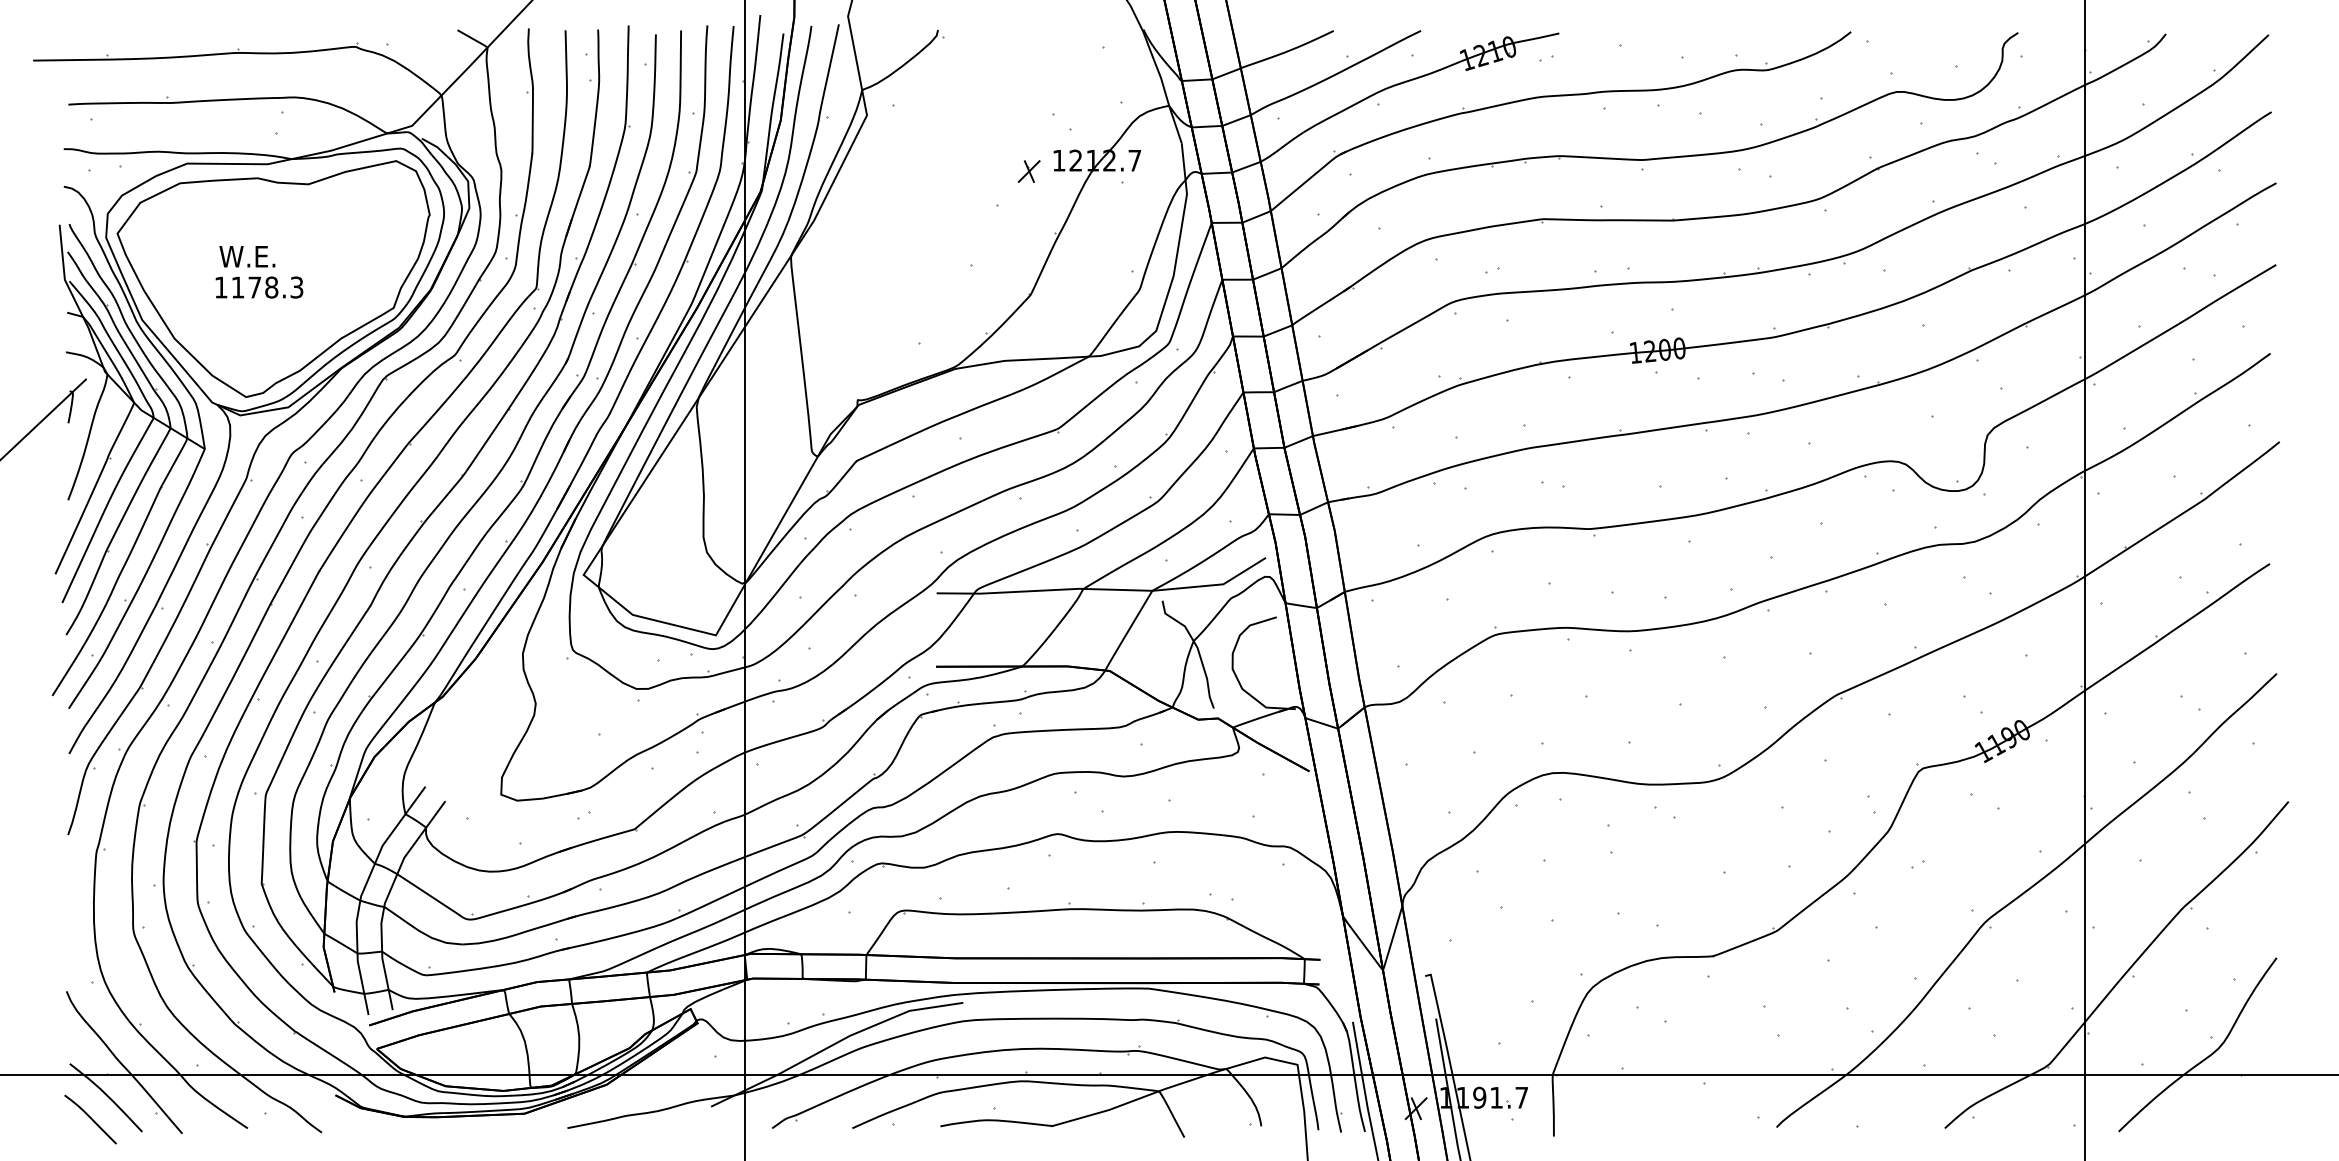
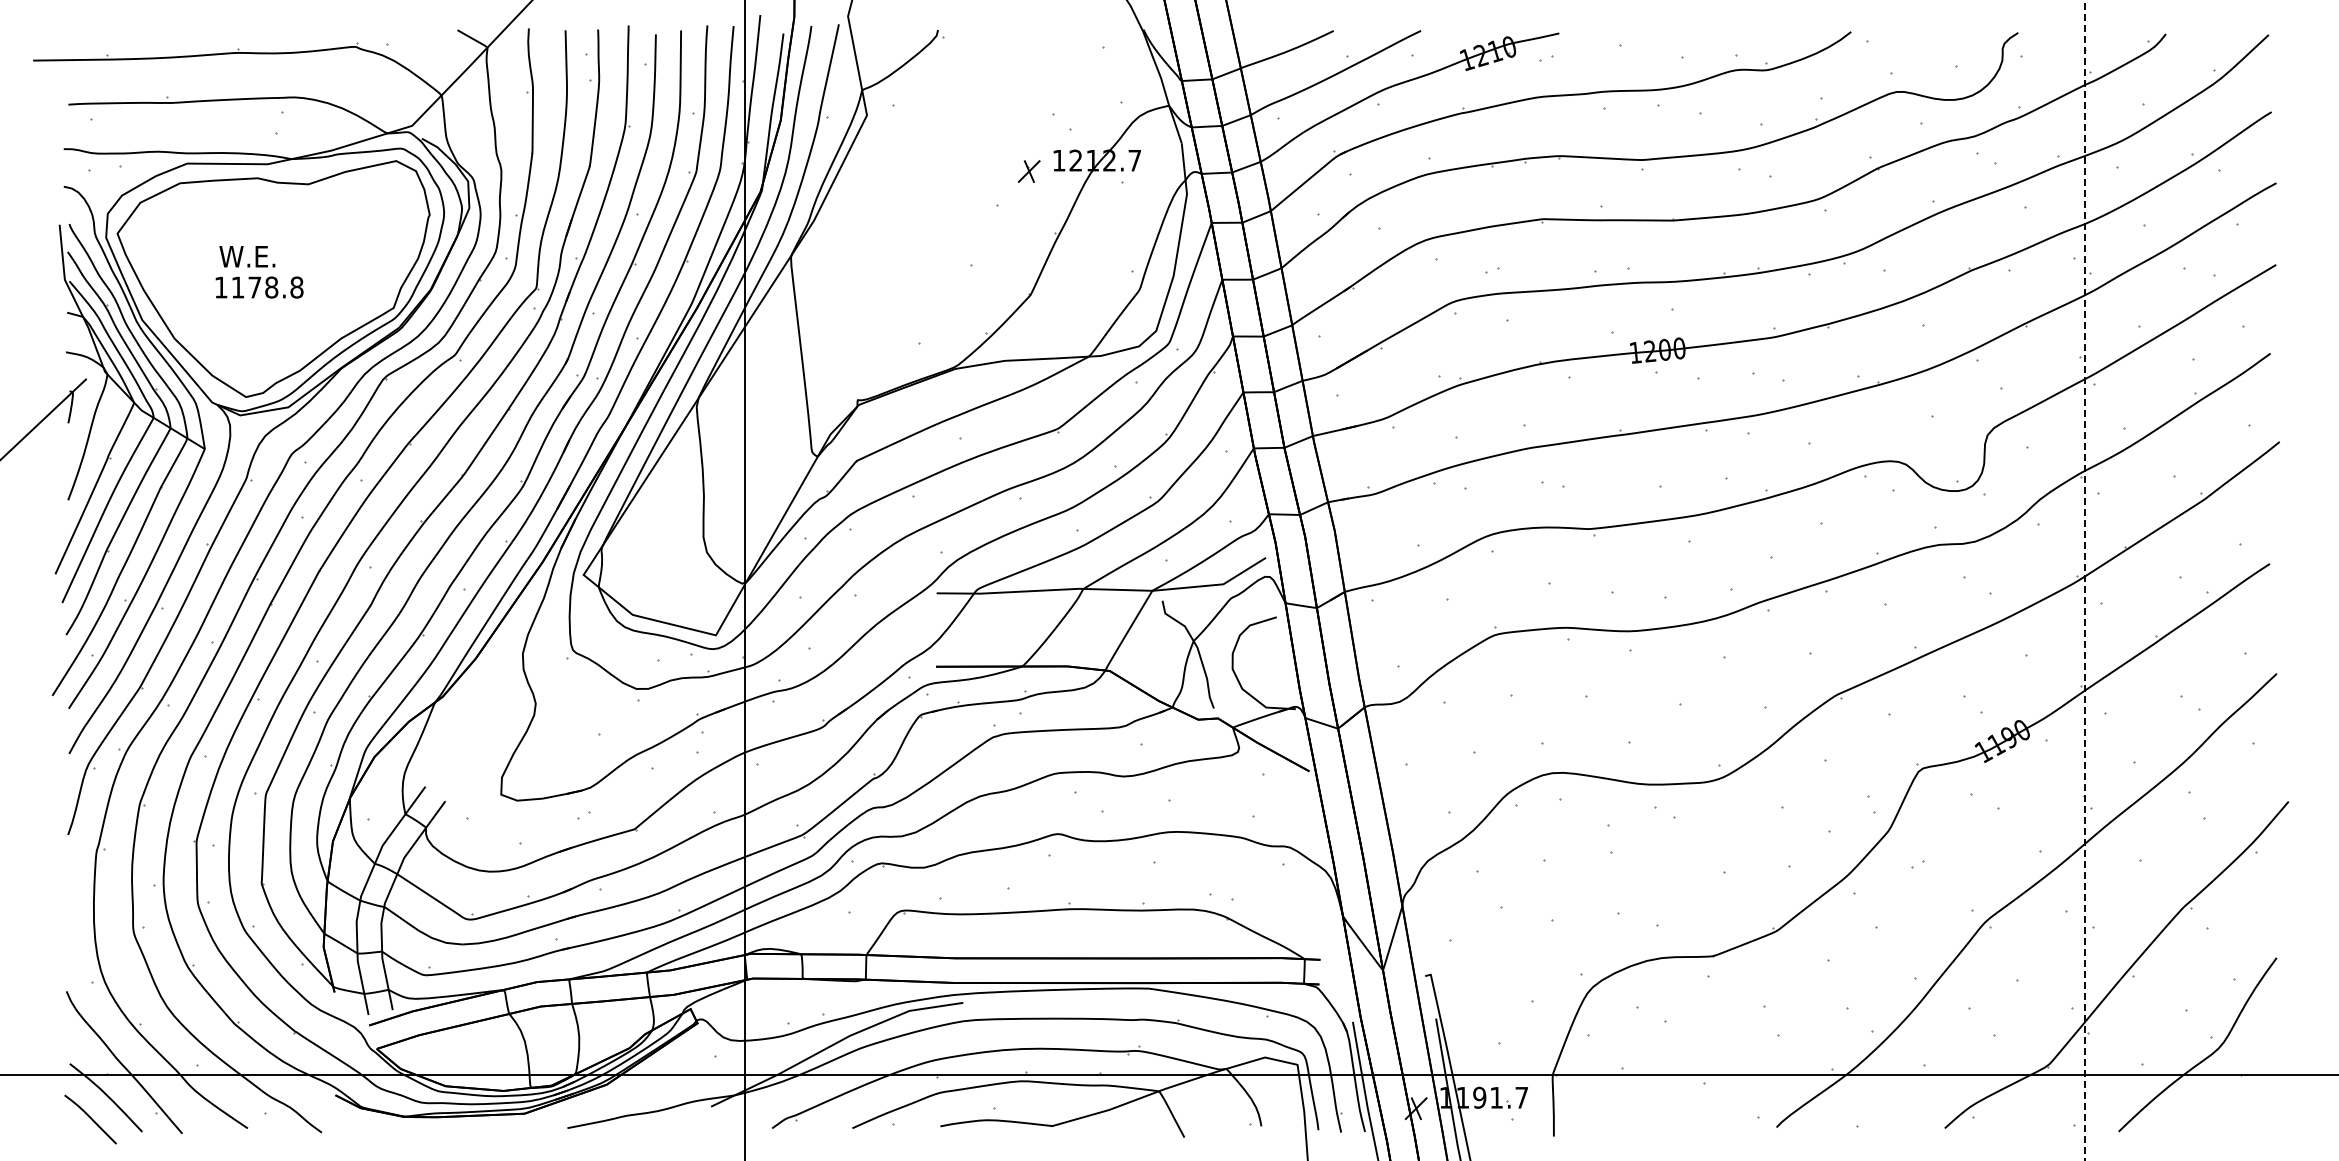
text at (296, 287): 1178.3 -> 1178.8
line at (2085, 580): solid -> dashed
